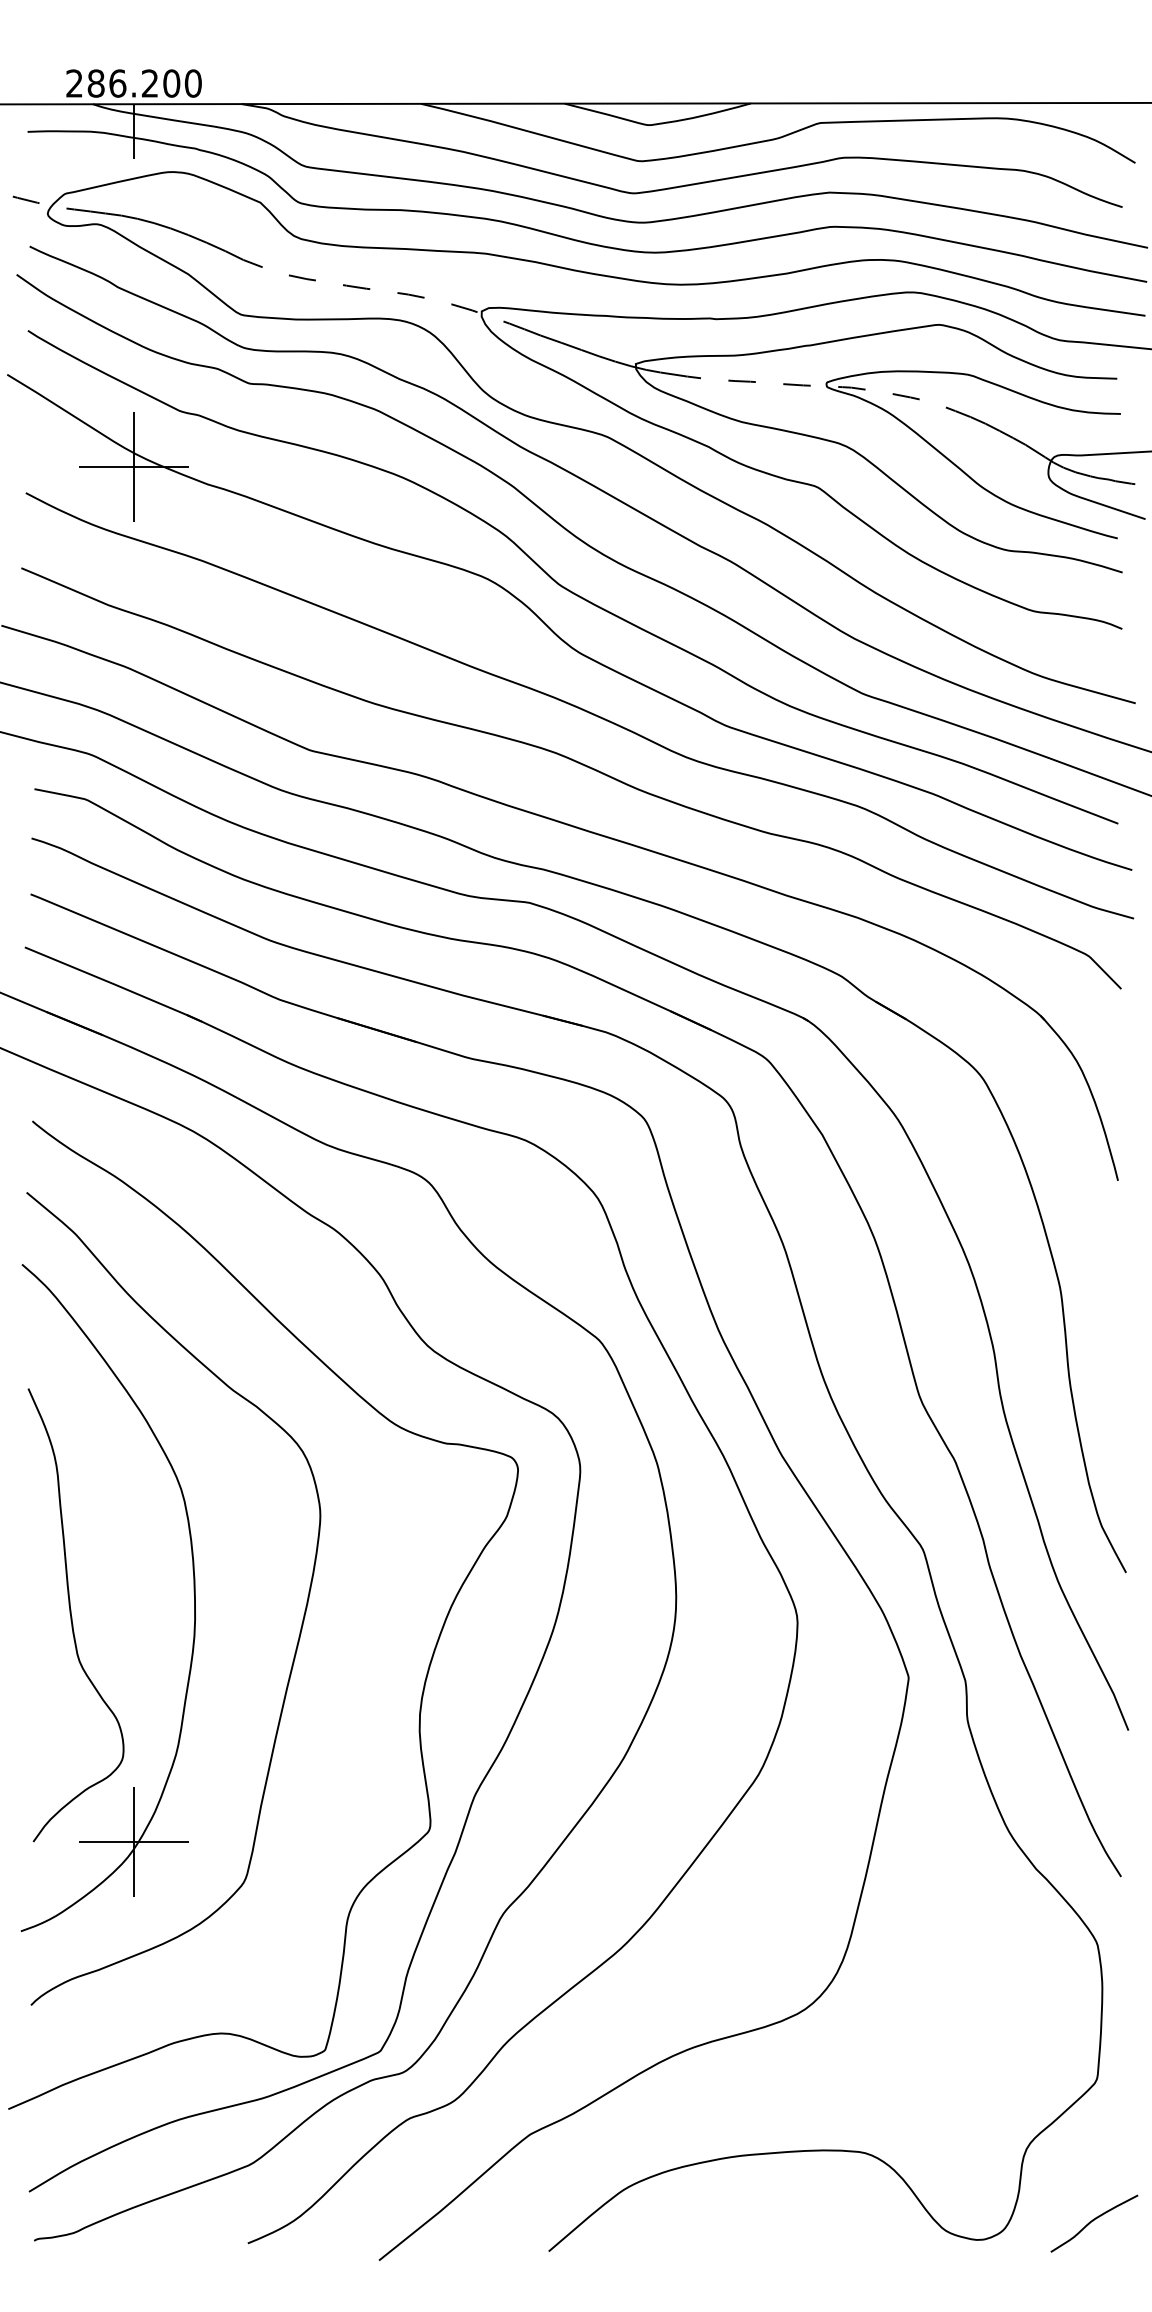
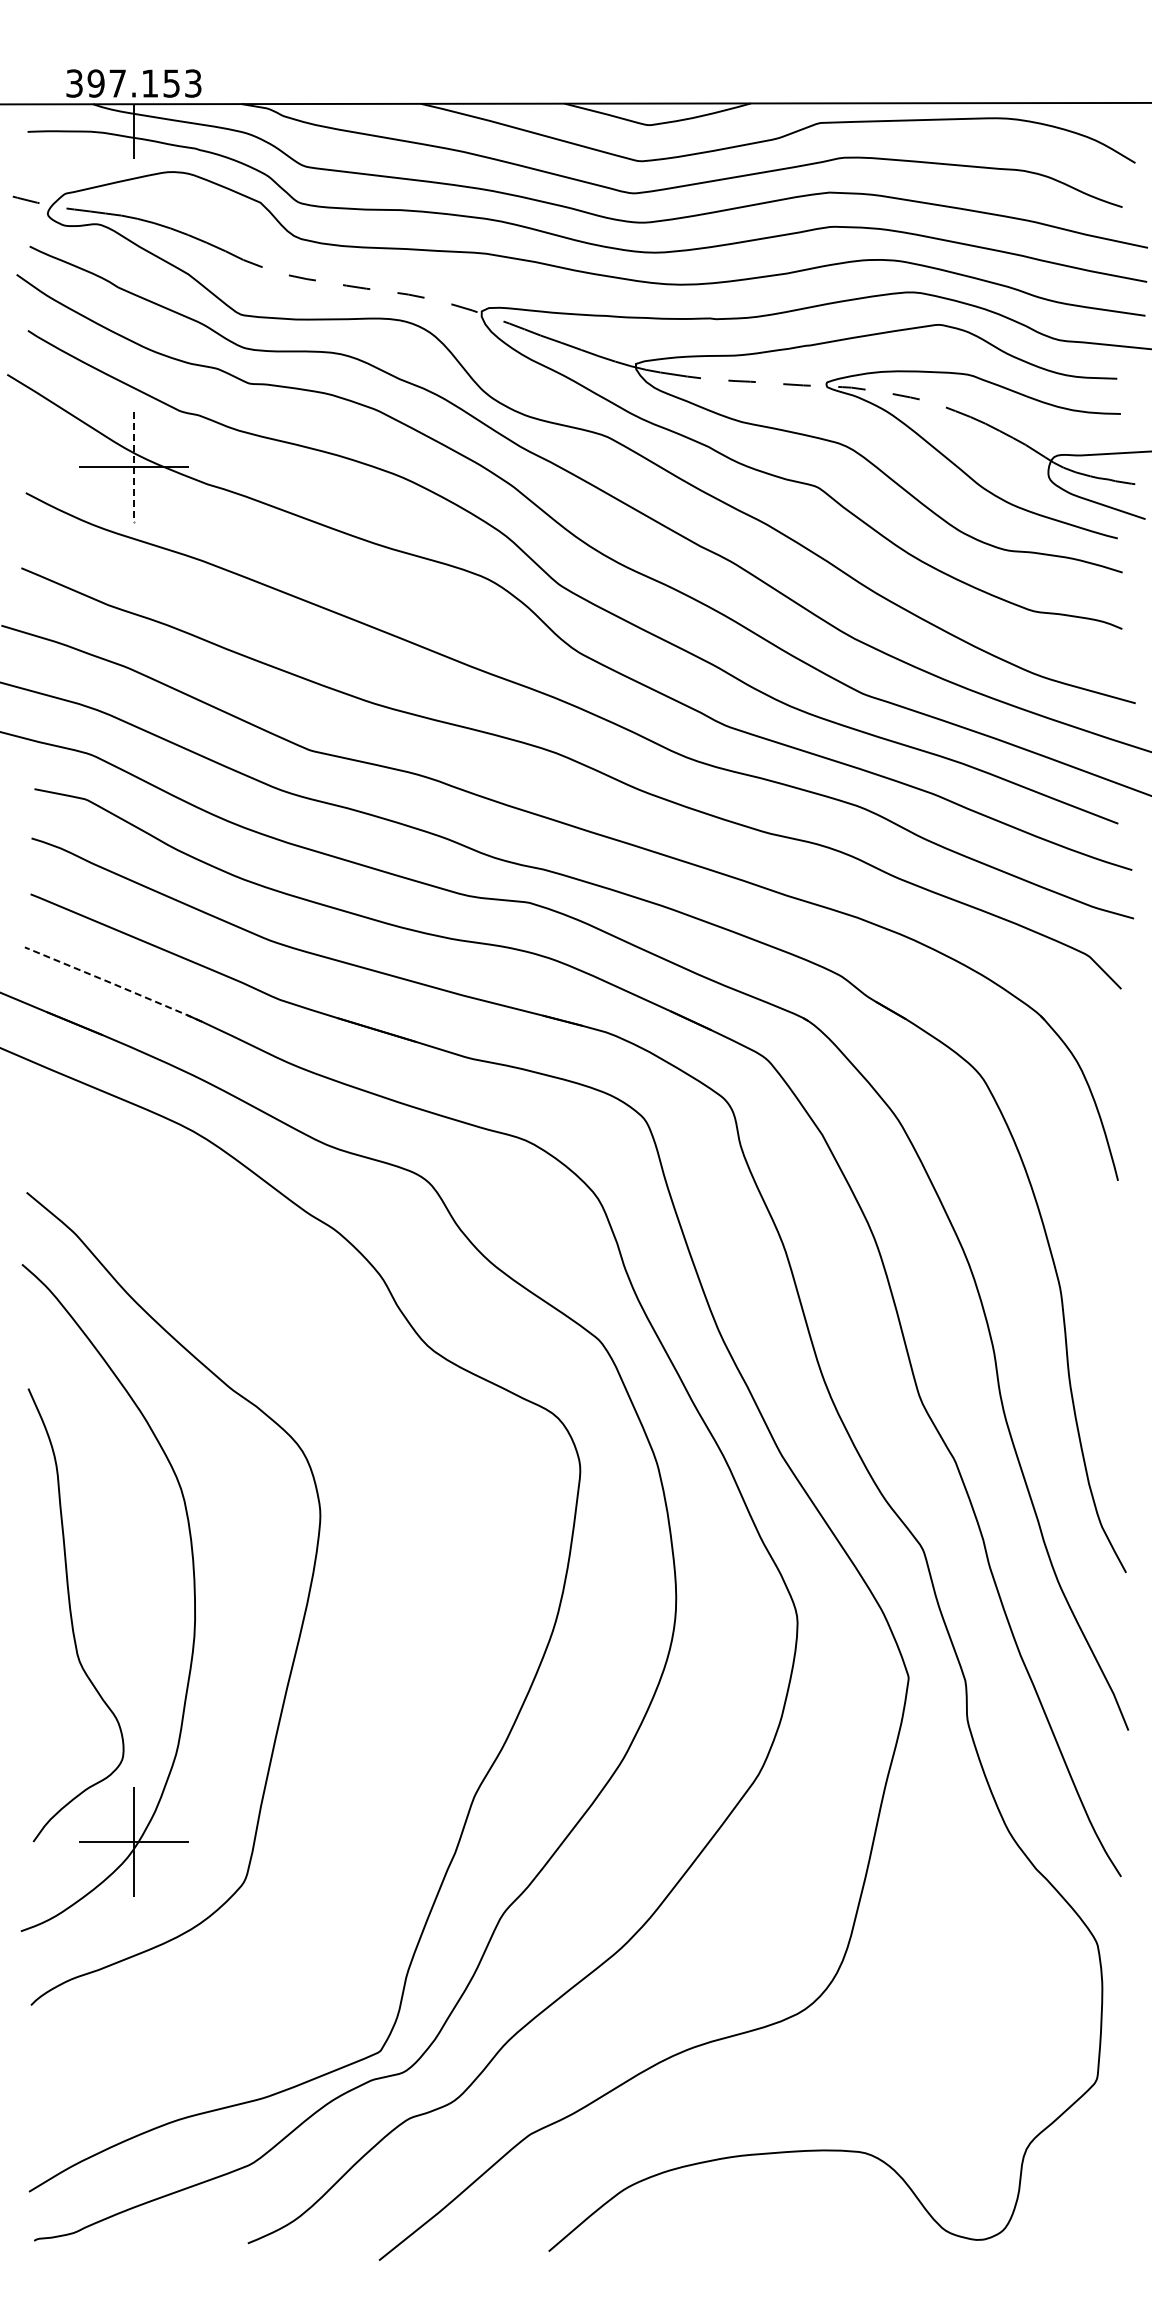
text at (133, 83): 286.200 -> 397.153
line at (134, 467): solid -> dashed
line at (114, 984): solid -> dashed
curve at (428, 1665): present -> none
curve at (1093, 2221): present -> none
